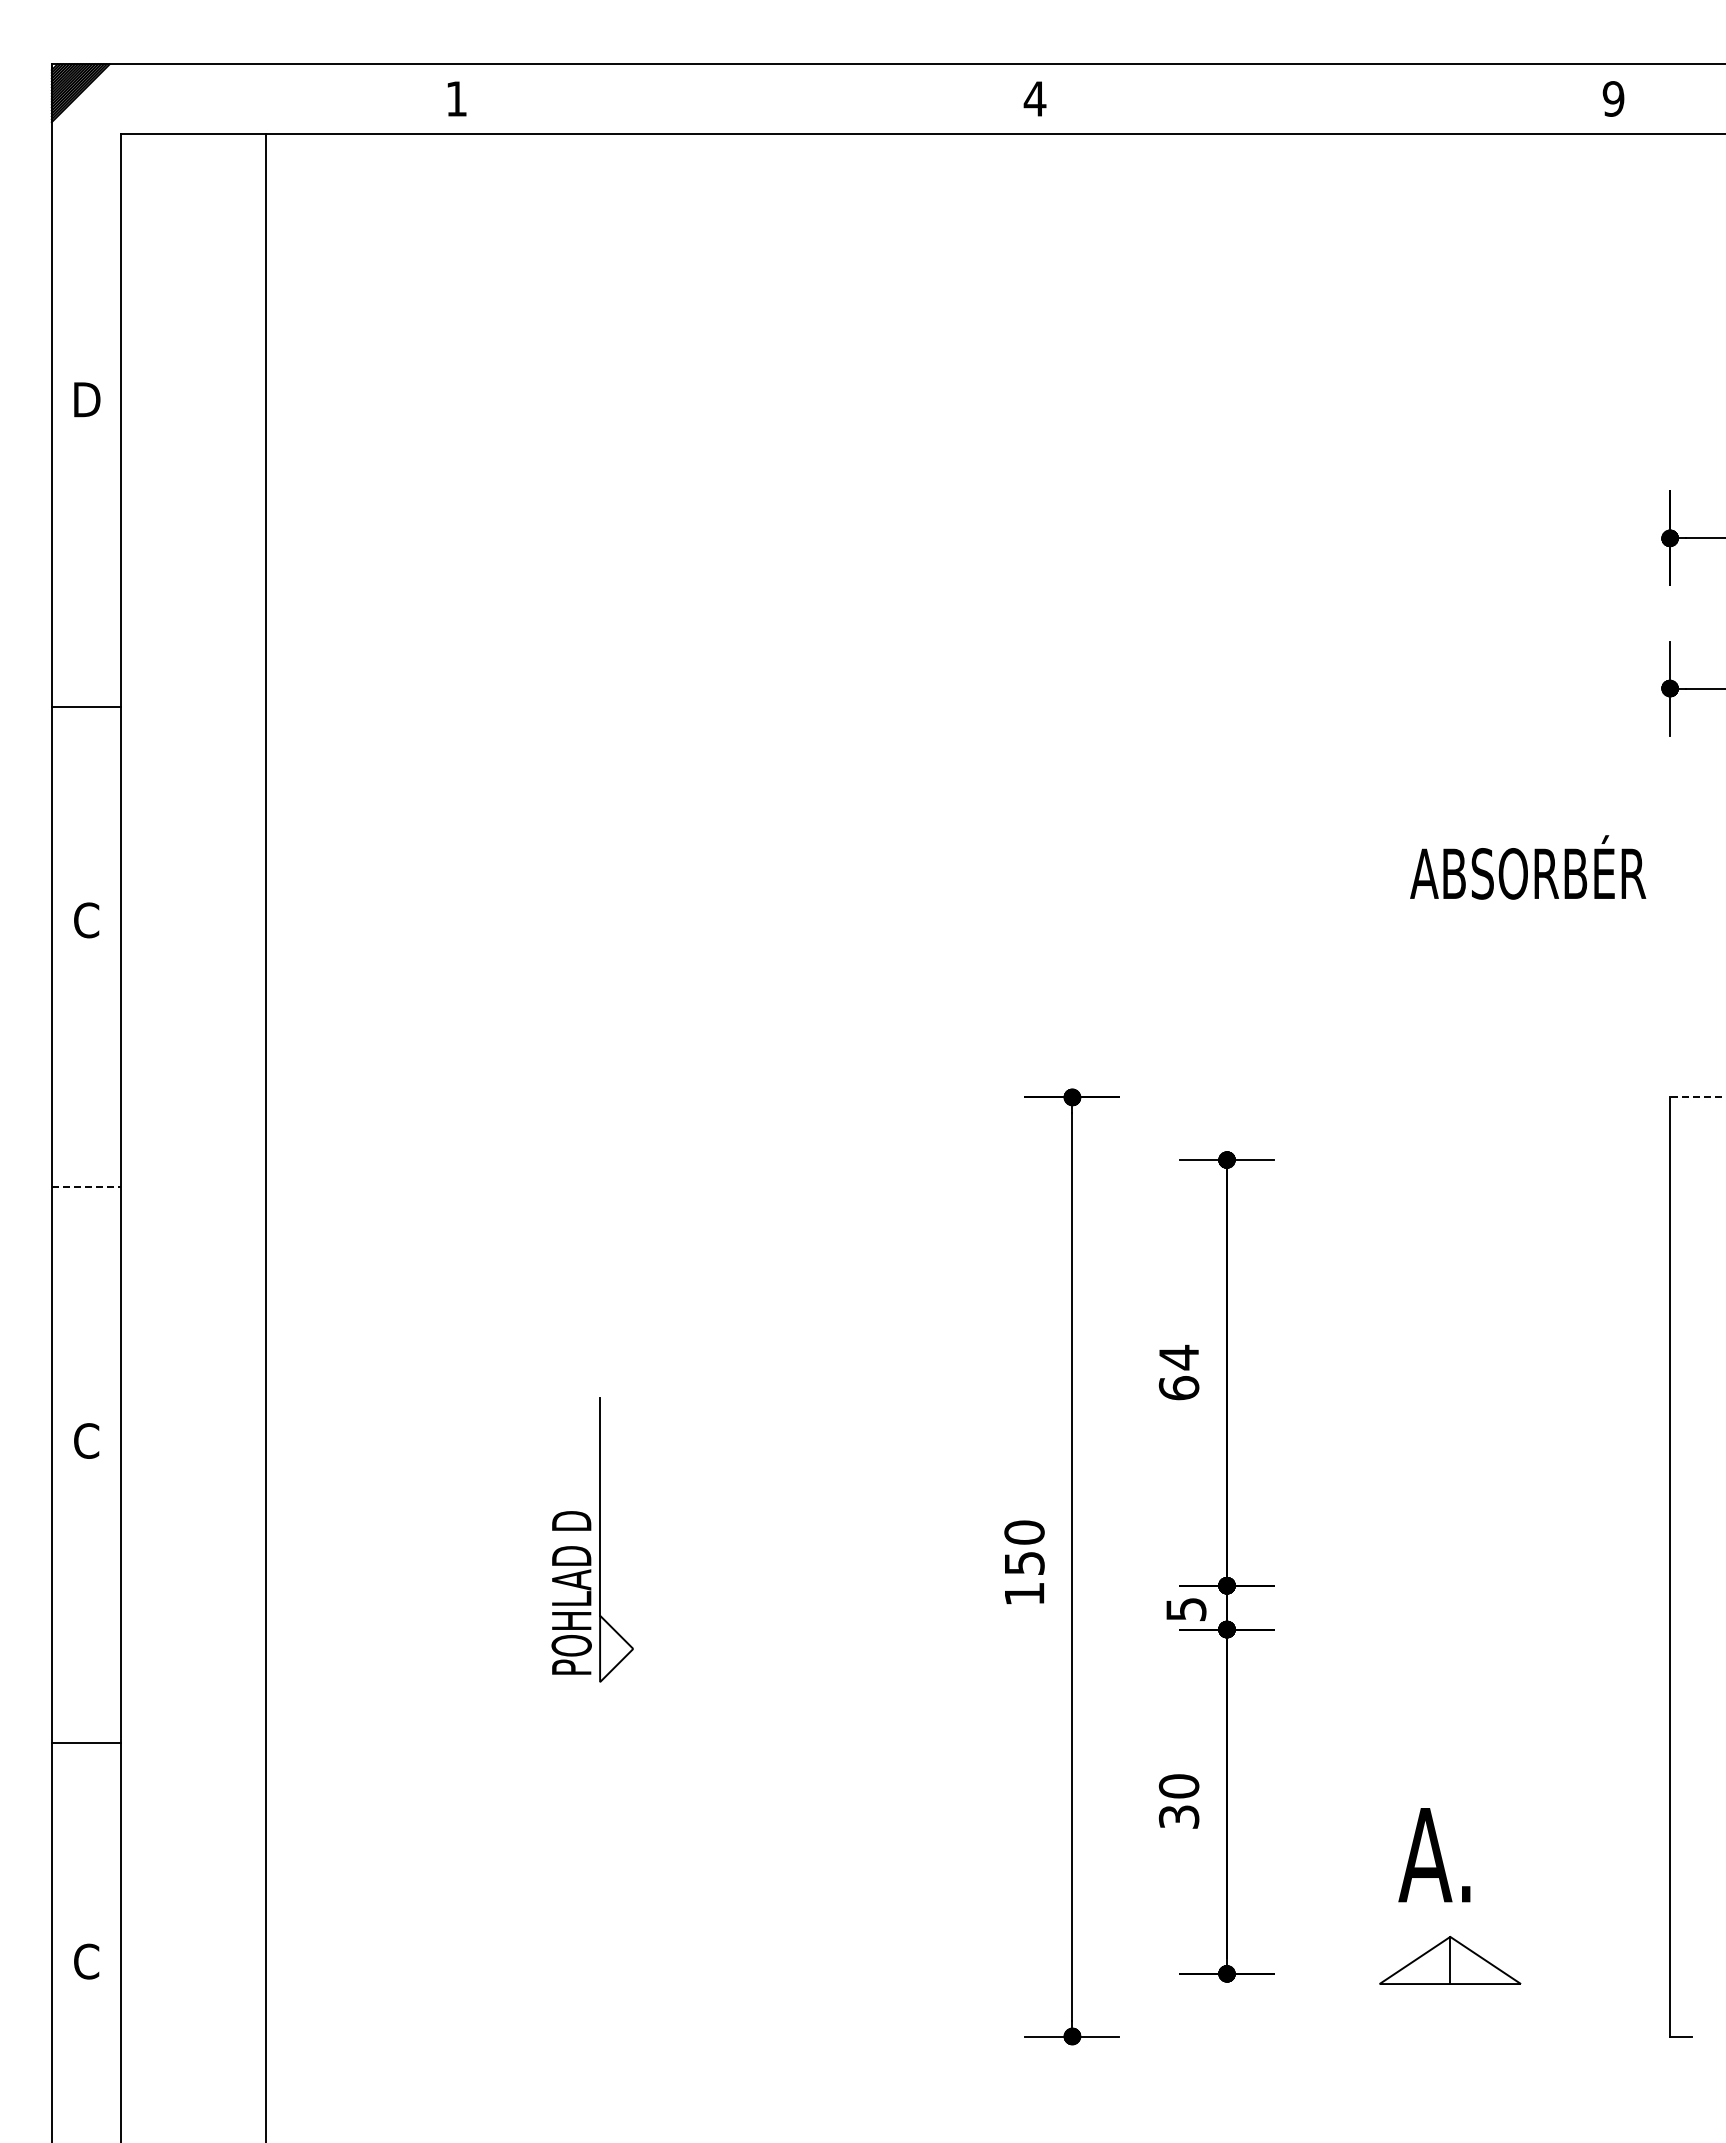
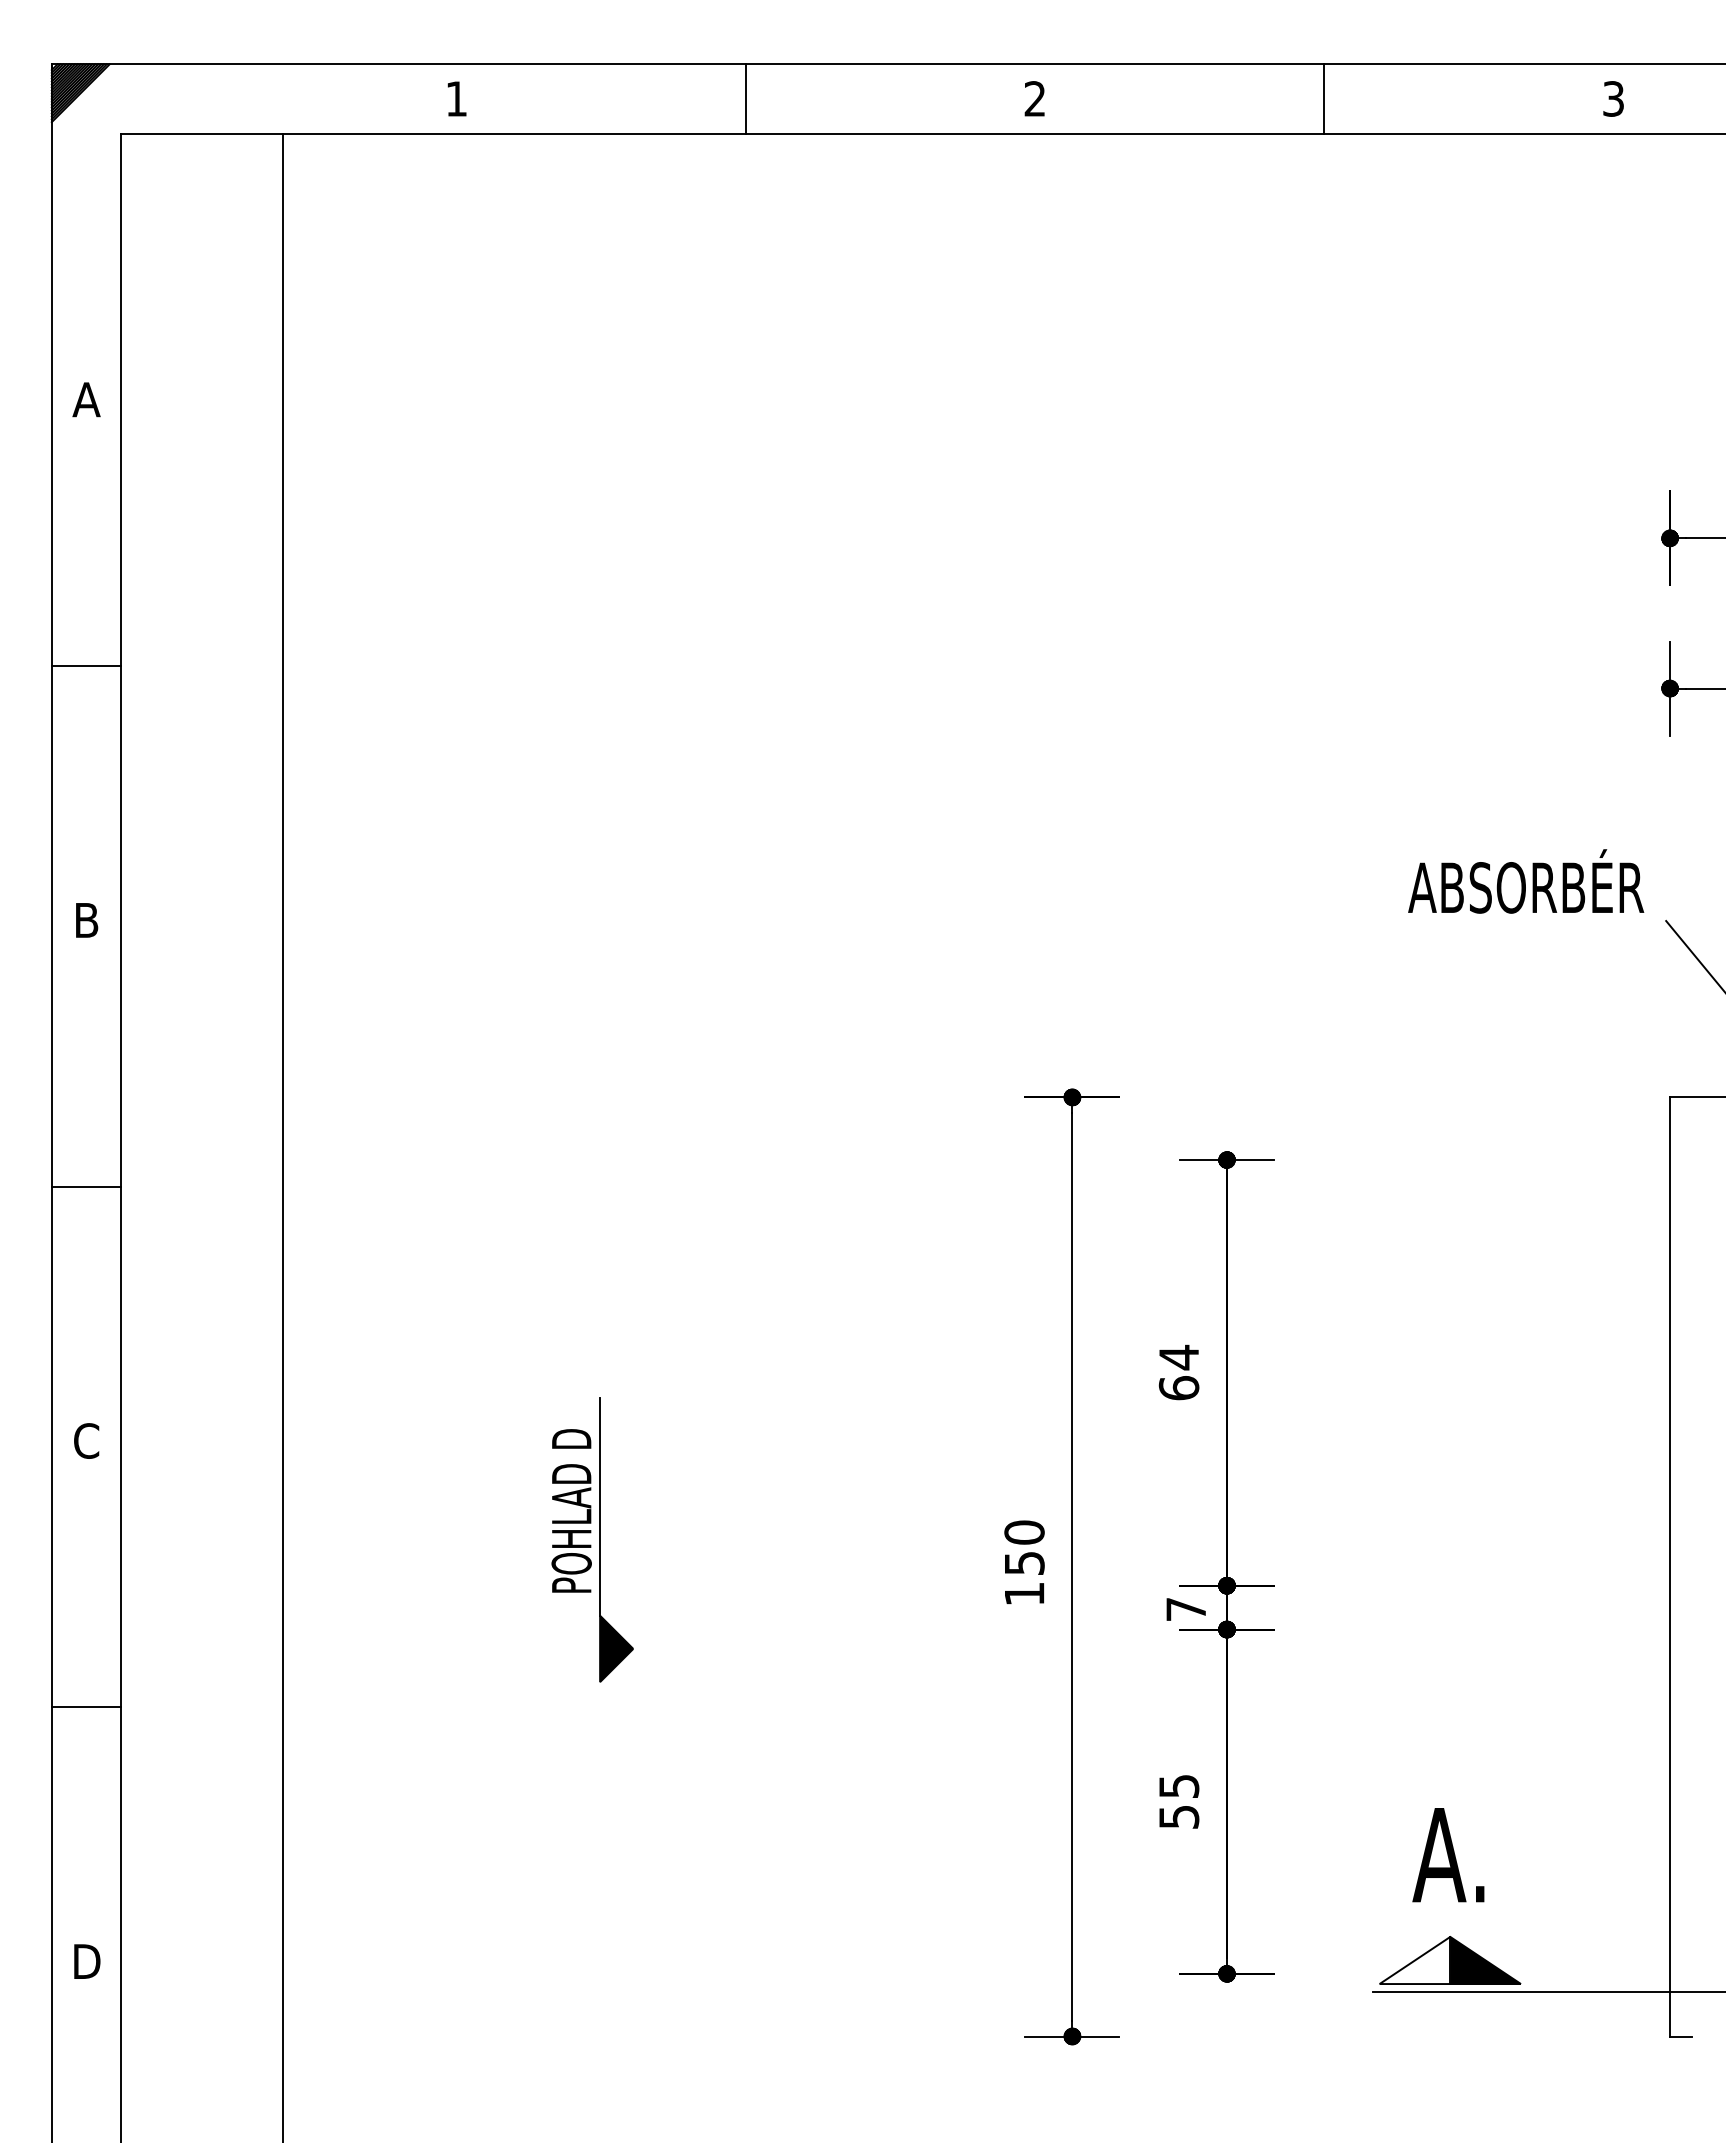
line at (746, 98): none -> present
text at (1034, 98): 4 -> 2
line at (1324, 98): none -> present
text at (1613, 98): 9 -> 3
text at (86, 399): D -> A
line at (86, 706) position: (86, 706) -> (86, 665)
text at (1528, 867) position: (1528, 867) -> (1526, 881)
text at (86, 920): C -> B
line at (1694, 955): none -> present
line at (1697, 1097): dashed -> solid
line at (266, 1136) position: (266, 1136) -> (283, 1136)
line at (86, 1186): dashed -> solid
text at (571, 1592) position: (571, 1592) -> (571, 1510)
text at (1186, 1609): 5 -> 7
fill at (616, 1648): none -> present
line at (86, 1743) position: (86, 1743) -> (86, 1707)
text at (1178, 1801): 30 -> 55
text at (1434, 1855) position: (1434, 1855) -> (1448, 1855)
fill at (1485, 1960): none -> present
text at (87, 1961): C -> D
line at (1547, 1992): none -> present
